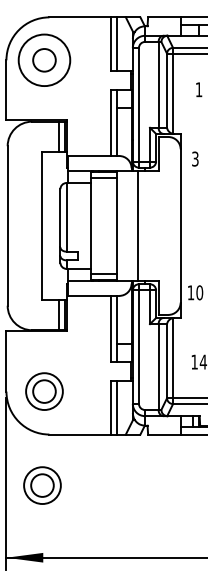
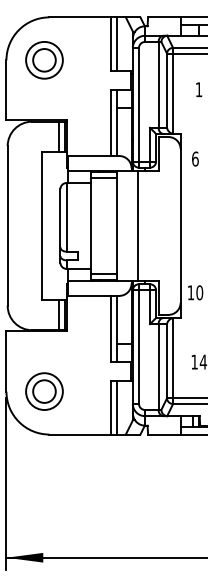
circle at (44, 60) diameter: 52 px -> 37 px
text at (195, 158): 3 -> 6
part at (42, 485): present -> none
